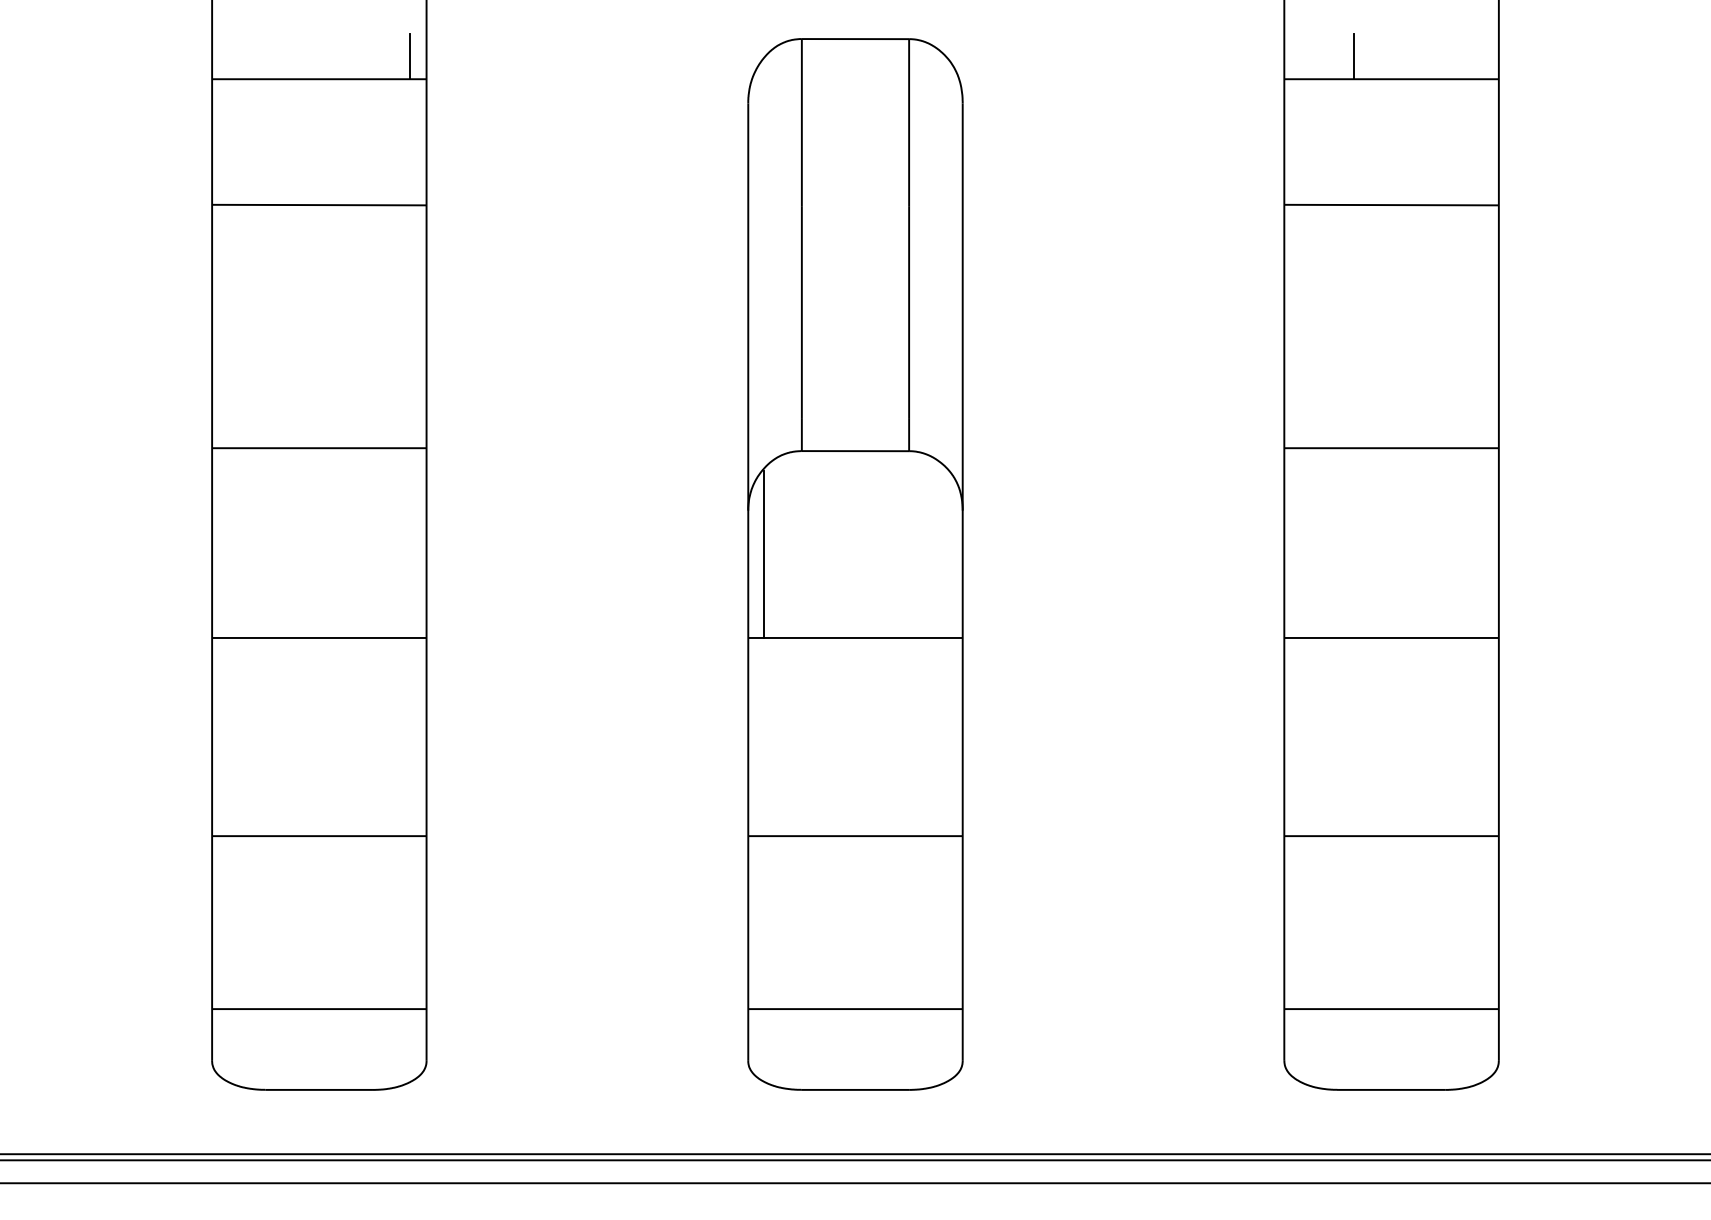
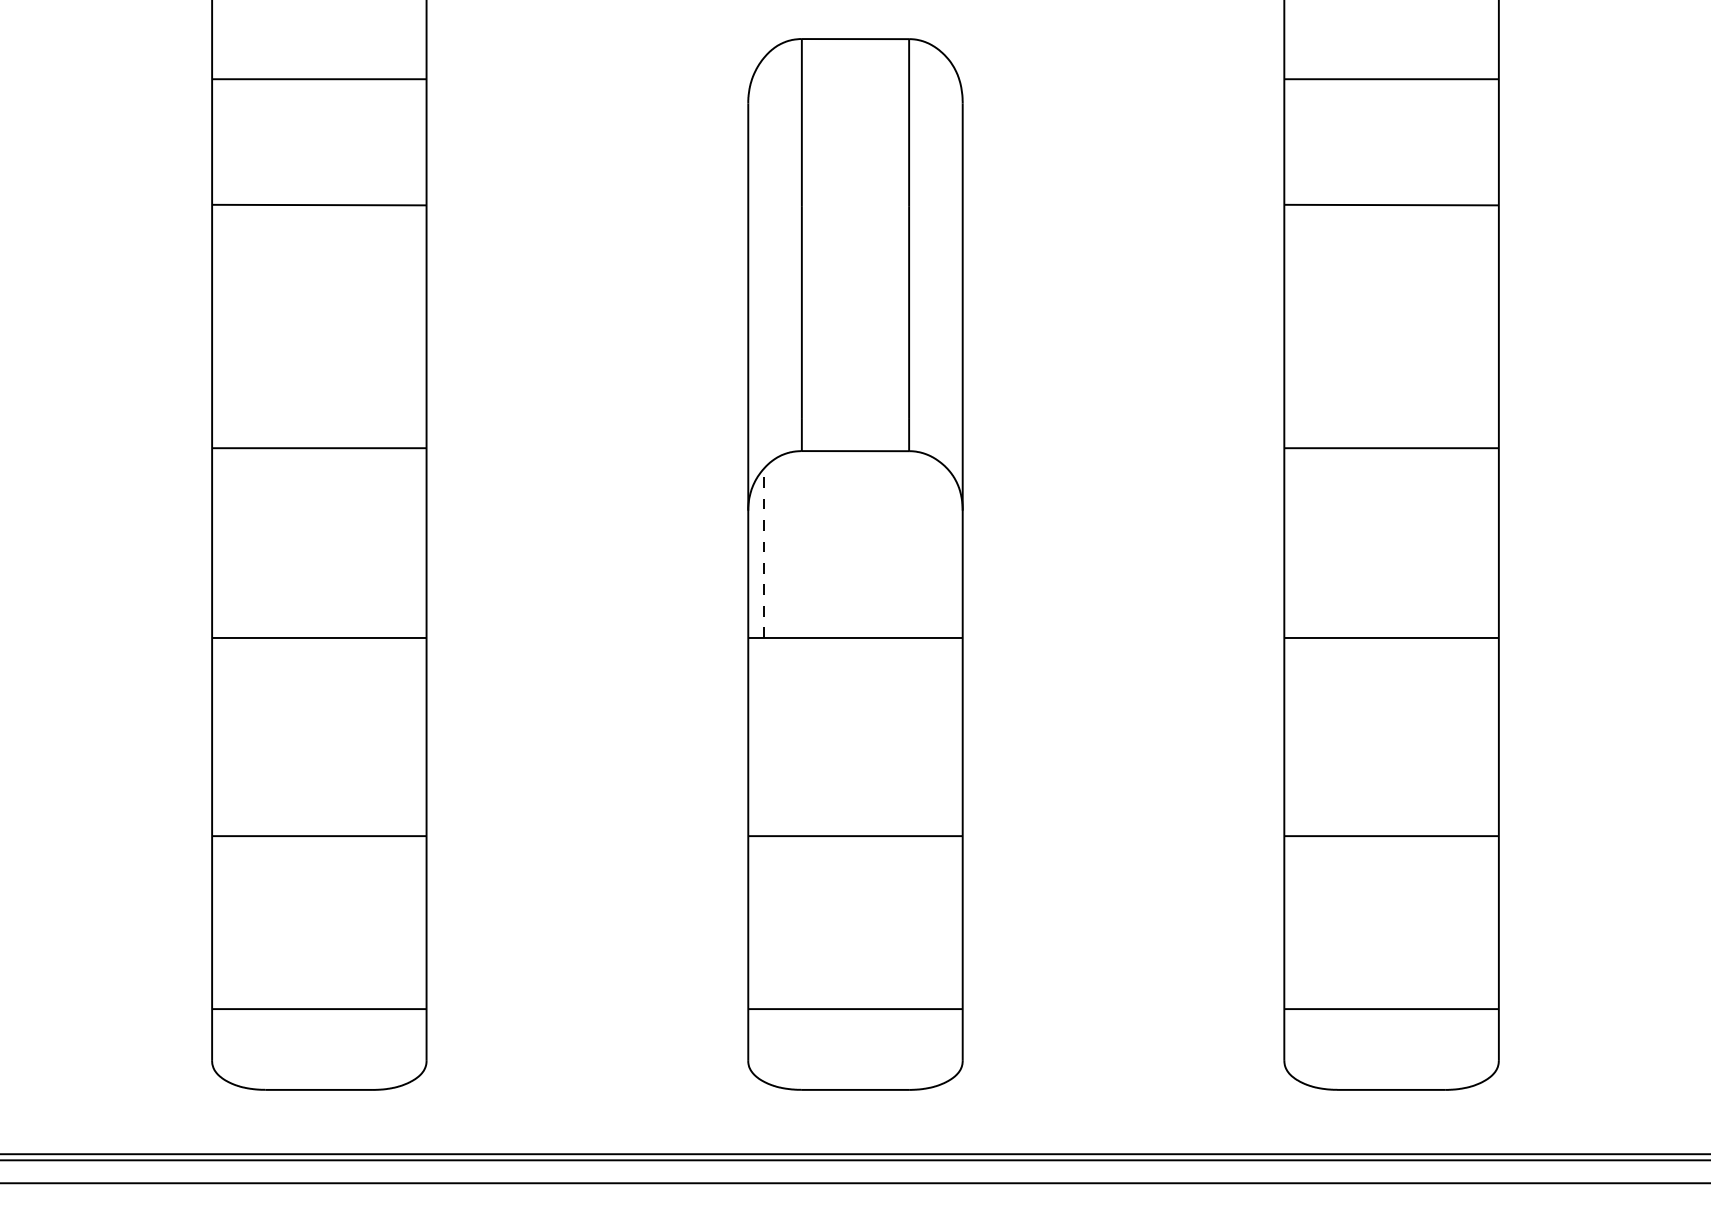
line at (410, 56): present -> none
line at (1354, 56): present -> none
line at (764, 554): solid -> dashed
